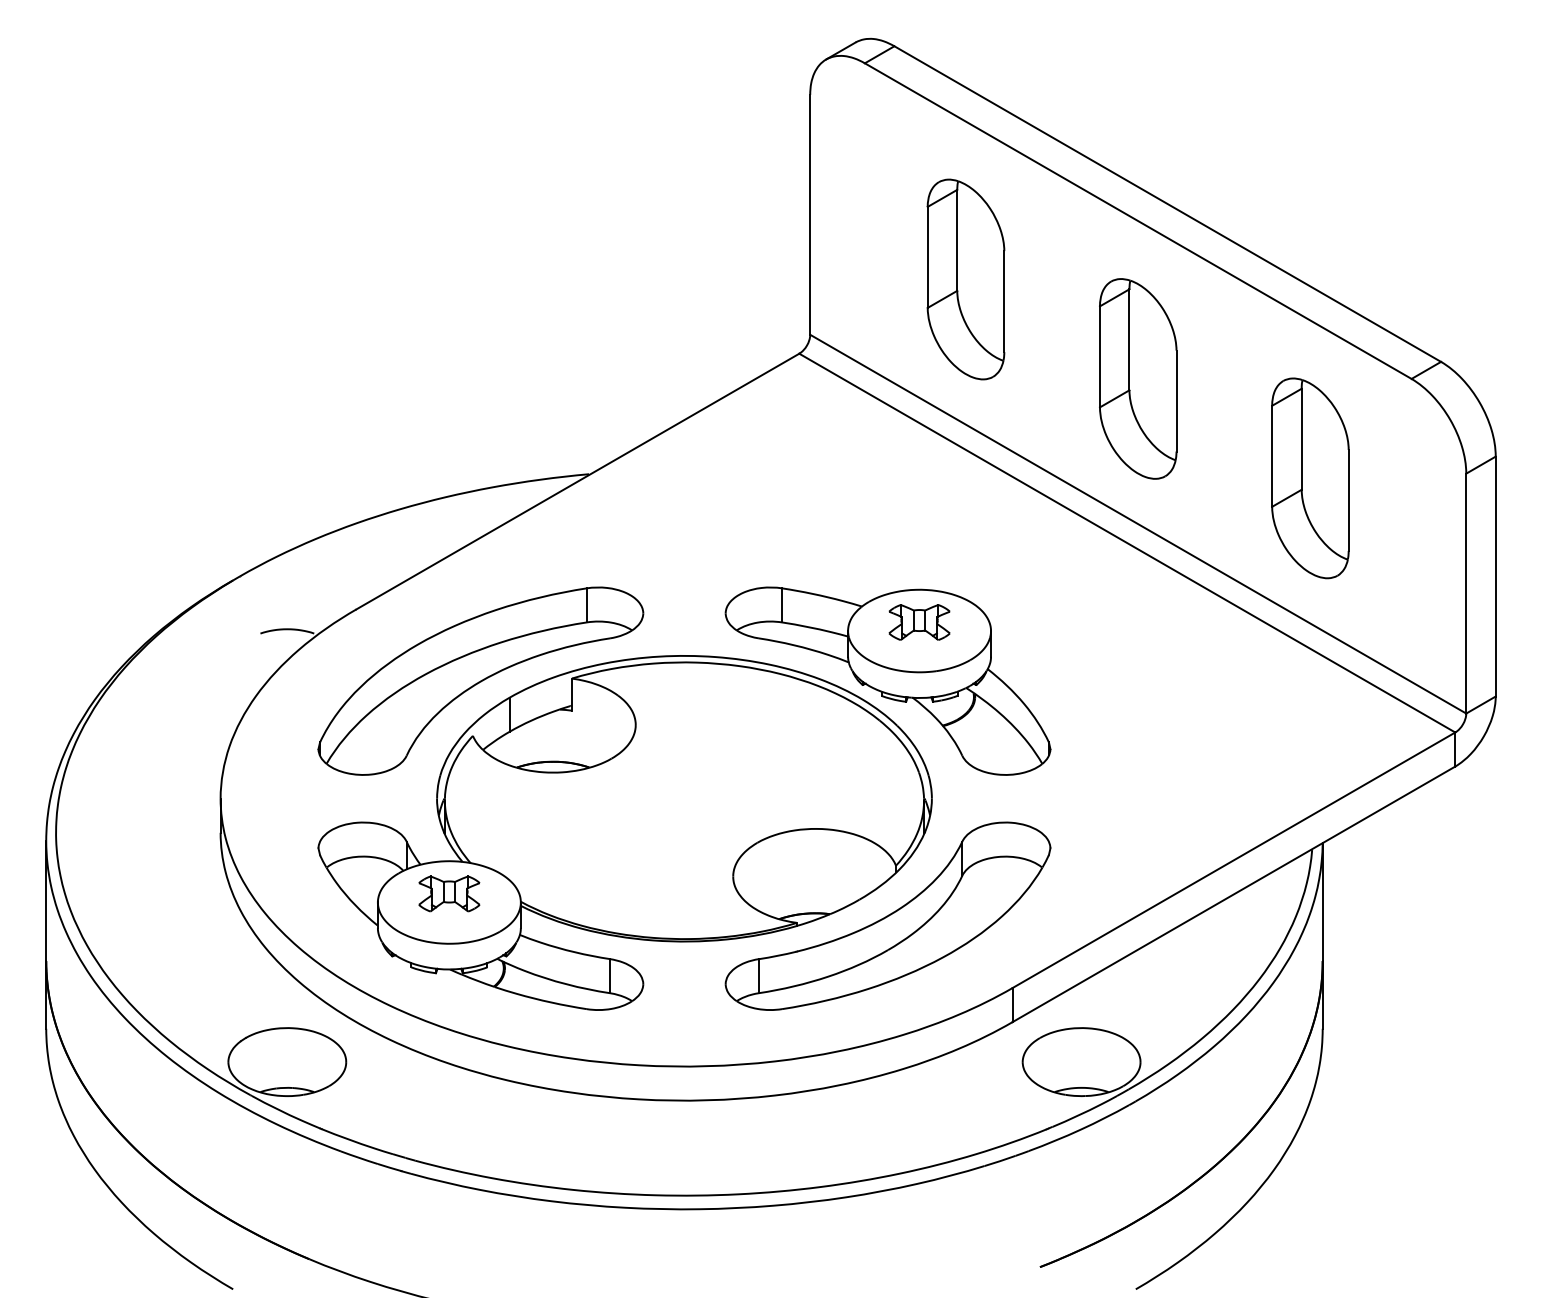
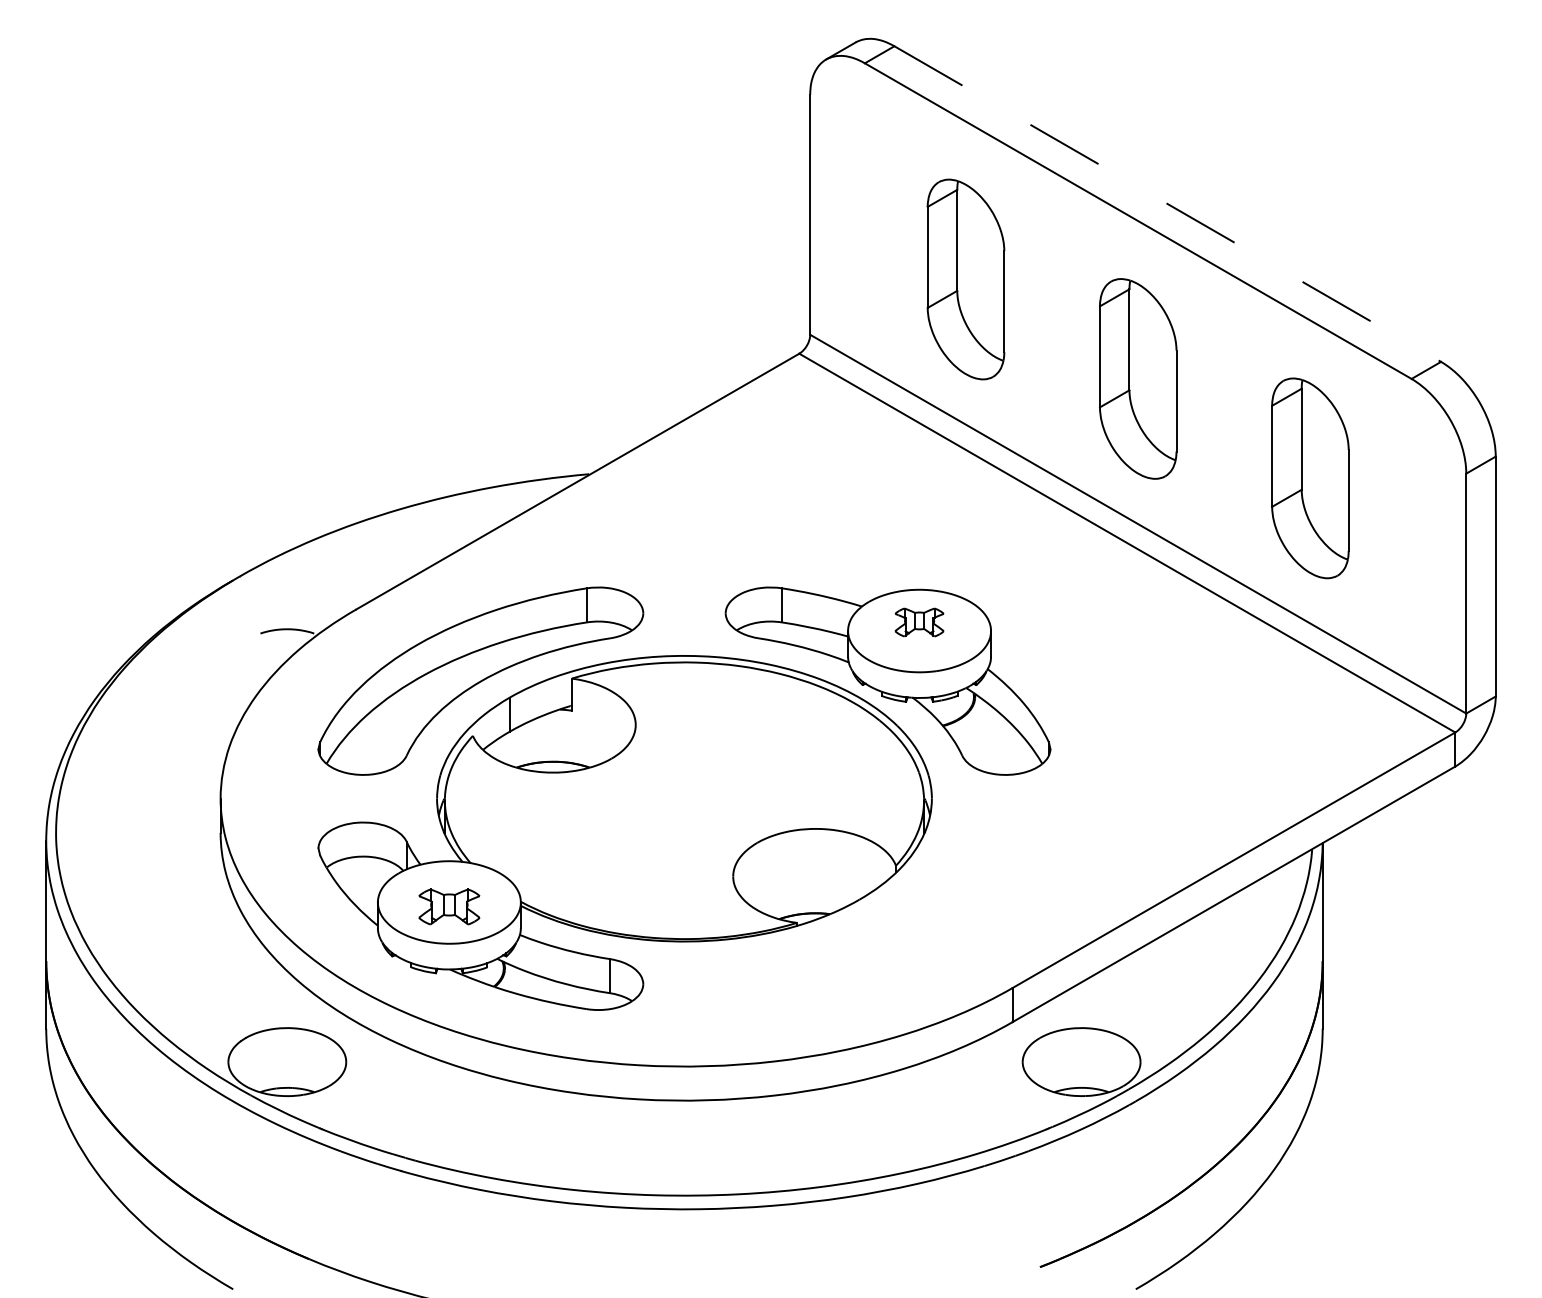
line at (1167, 204): solid -> dashed
part at (919, 622) size: 63x37 px -> 51x31 px
part at (449, 893) position: (449, 893) -> (449, 906)
part at (887, 915): present -> none
